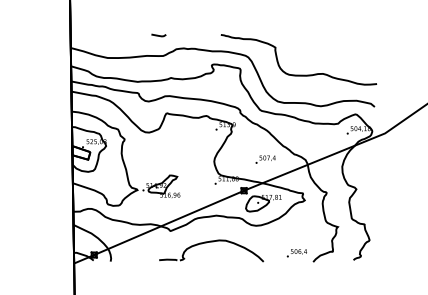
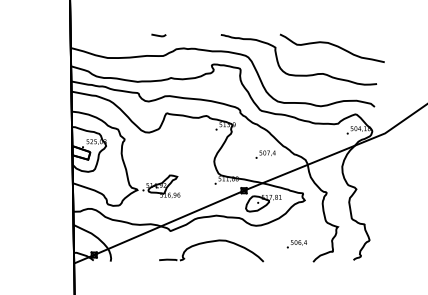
curve at (331, 45): none -> present
text at (265, 159) position: (265, 159) -> (265, 154)
text at (296, 253) position: (296, 253) -> (296, 244)
